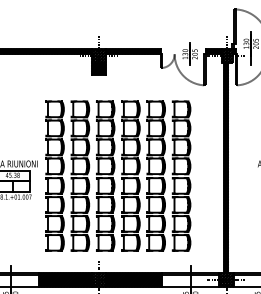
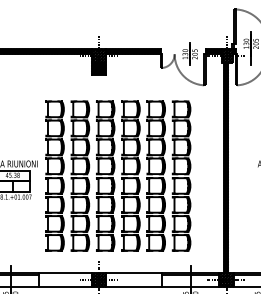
hatch at (65, 280): present -> none
hatch at (134, 280): present -> none
